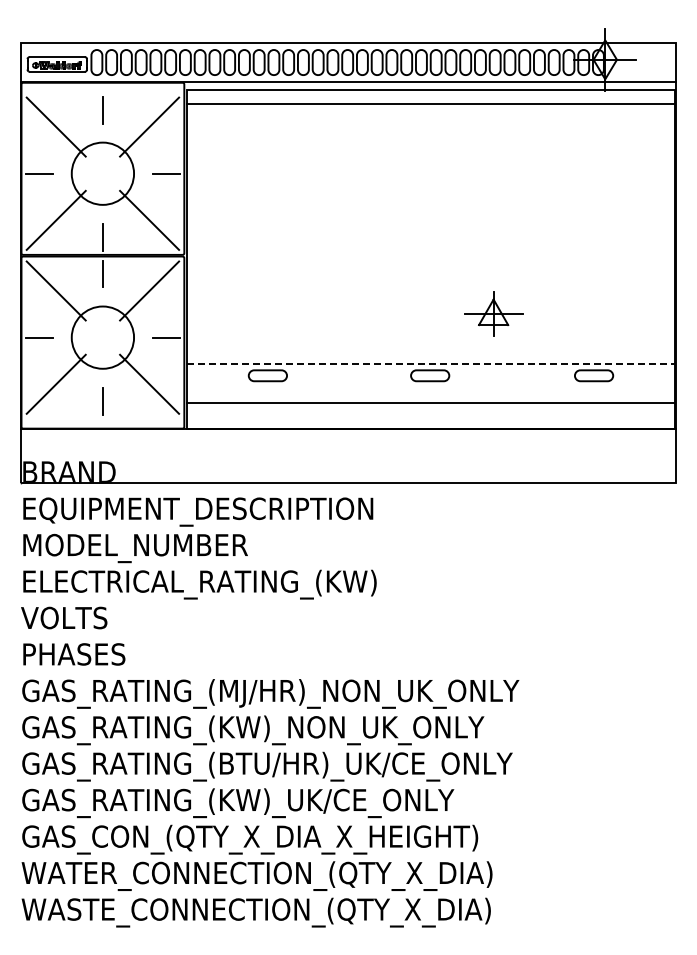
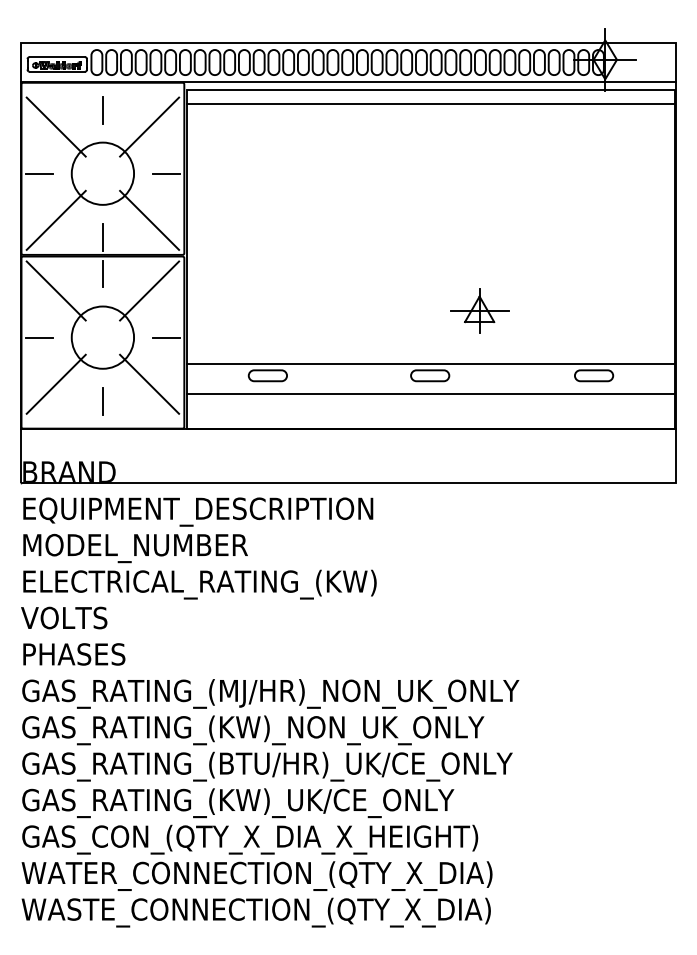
part at (493, 313) position: (493, 313) -> (479, 310)
line at (431, 364): dashed -> solid
line at (430, 403) position: (430, 403) -> (430, 394)
